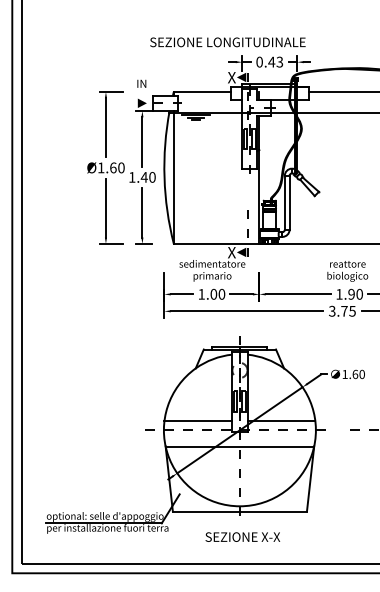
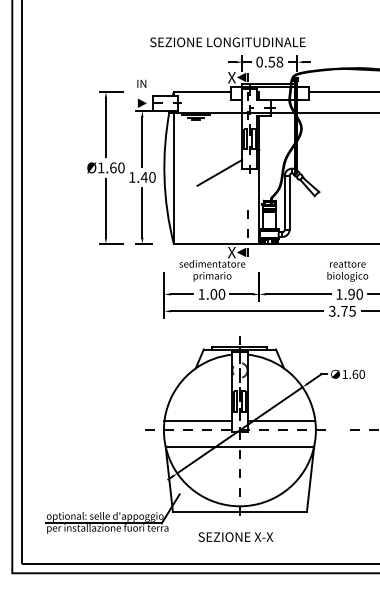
text at (275, 61): 0.43 -> 0.58
line at (219, 172): none -> present
text at (242, 536) position: (242, 536) -> (235, 536)
